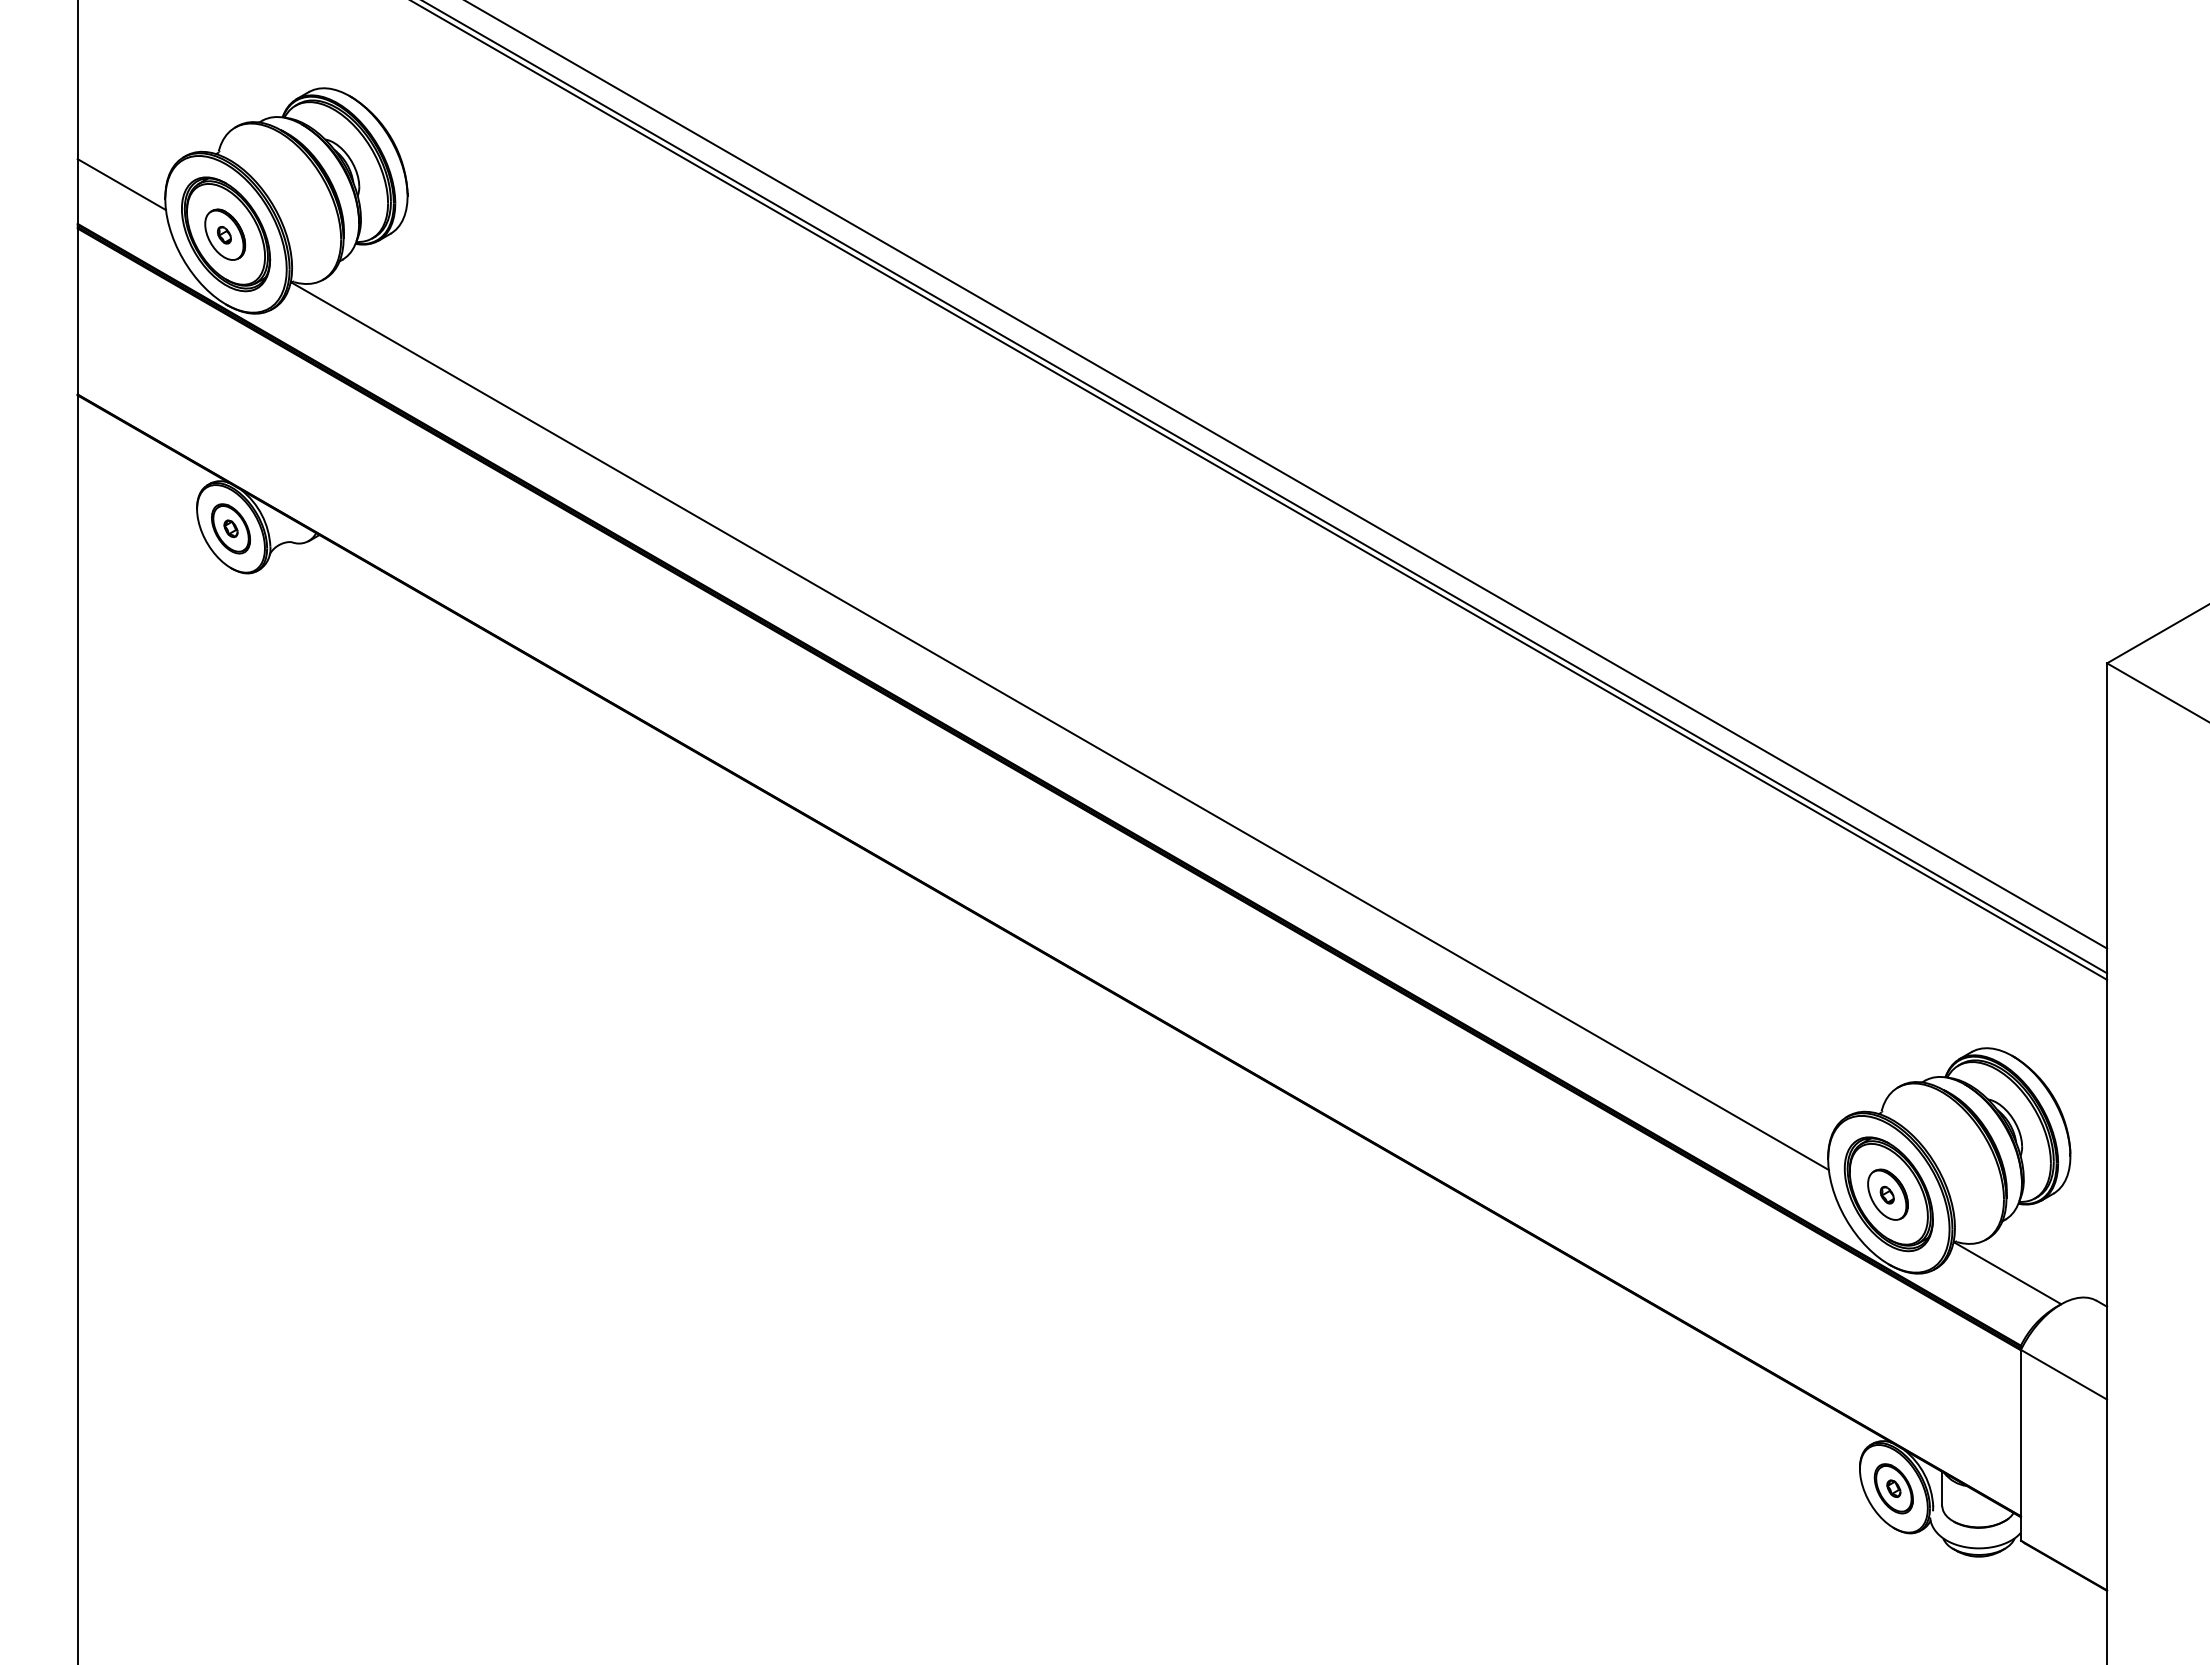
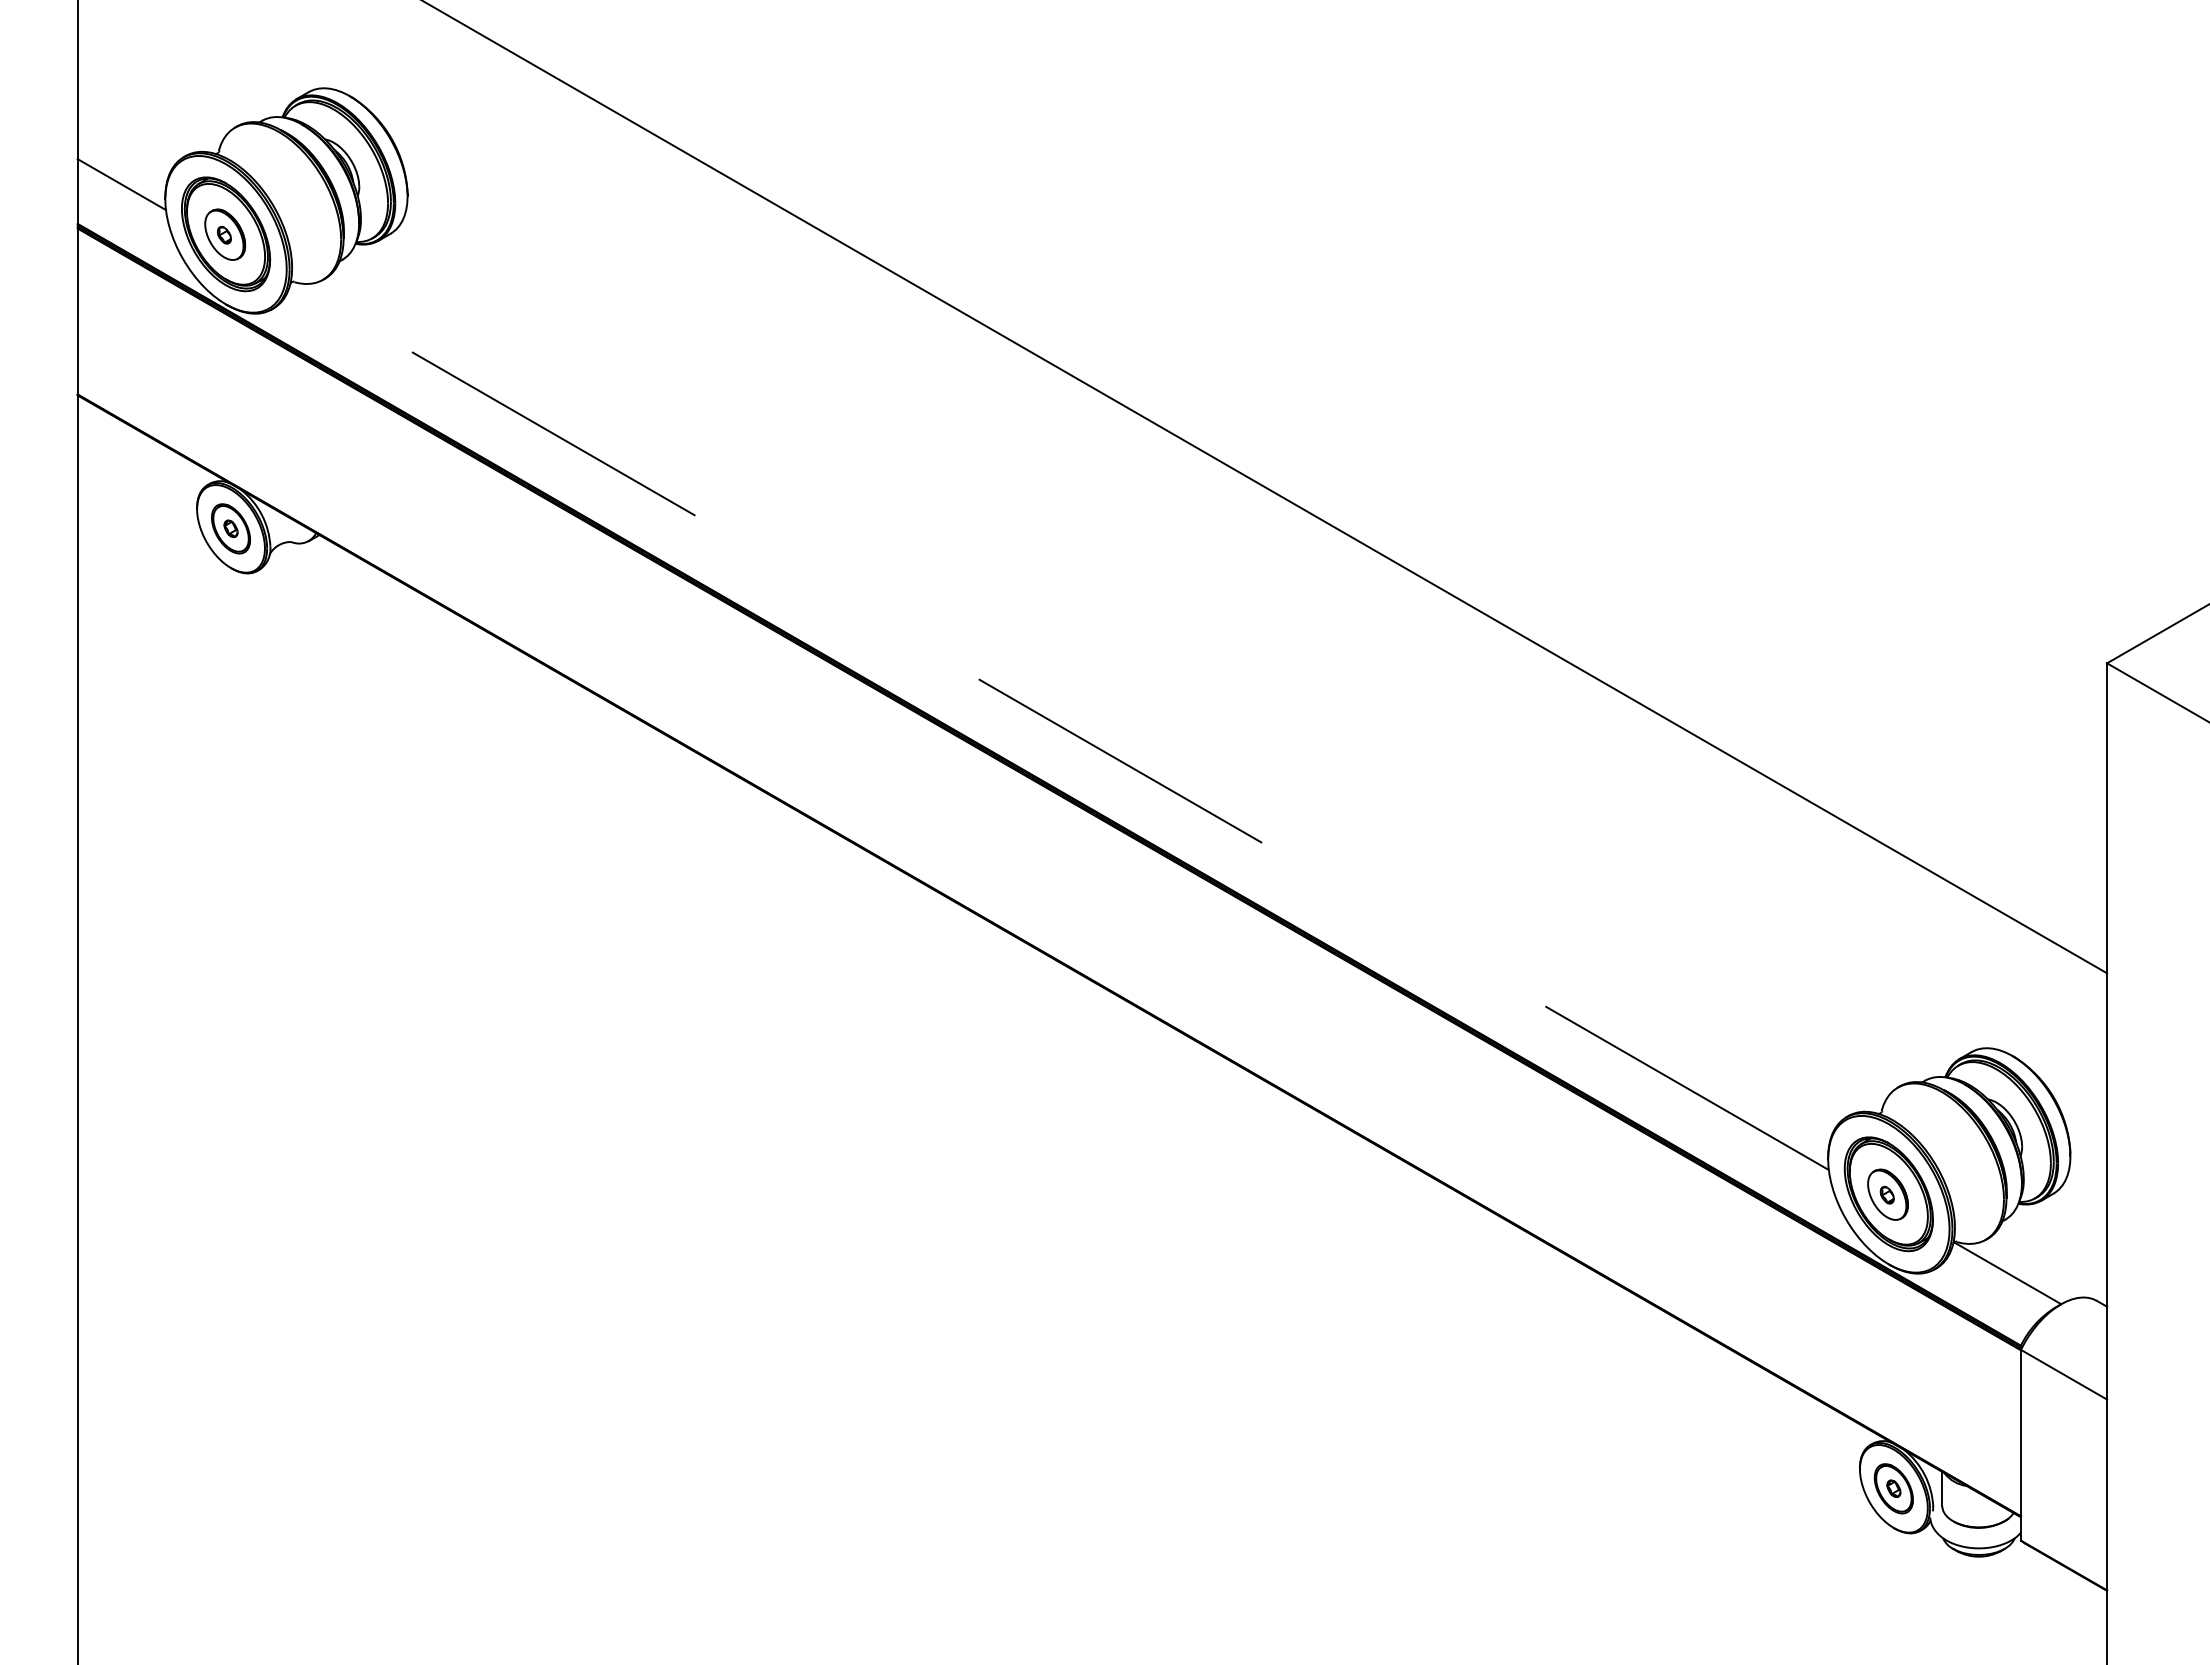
line at (1287, 475): present -> none
line at (1260, 490): present -> none
line at (1060, 726): solid -> dashed
